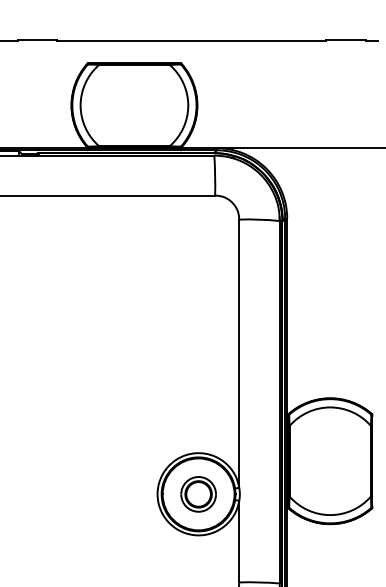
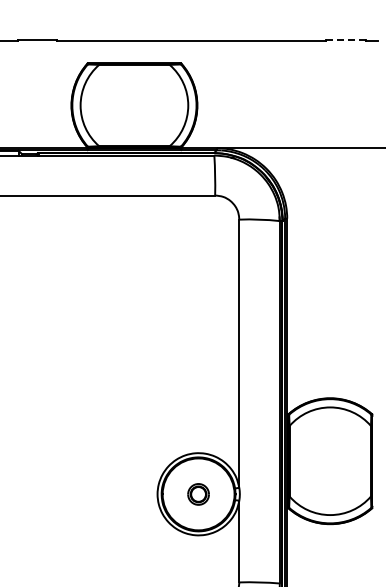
line at (345, 40): solid -> dashed
part at (198, 494) size: 37x37 px -> 23x23 px
